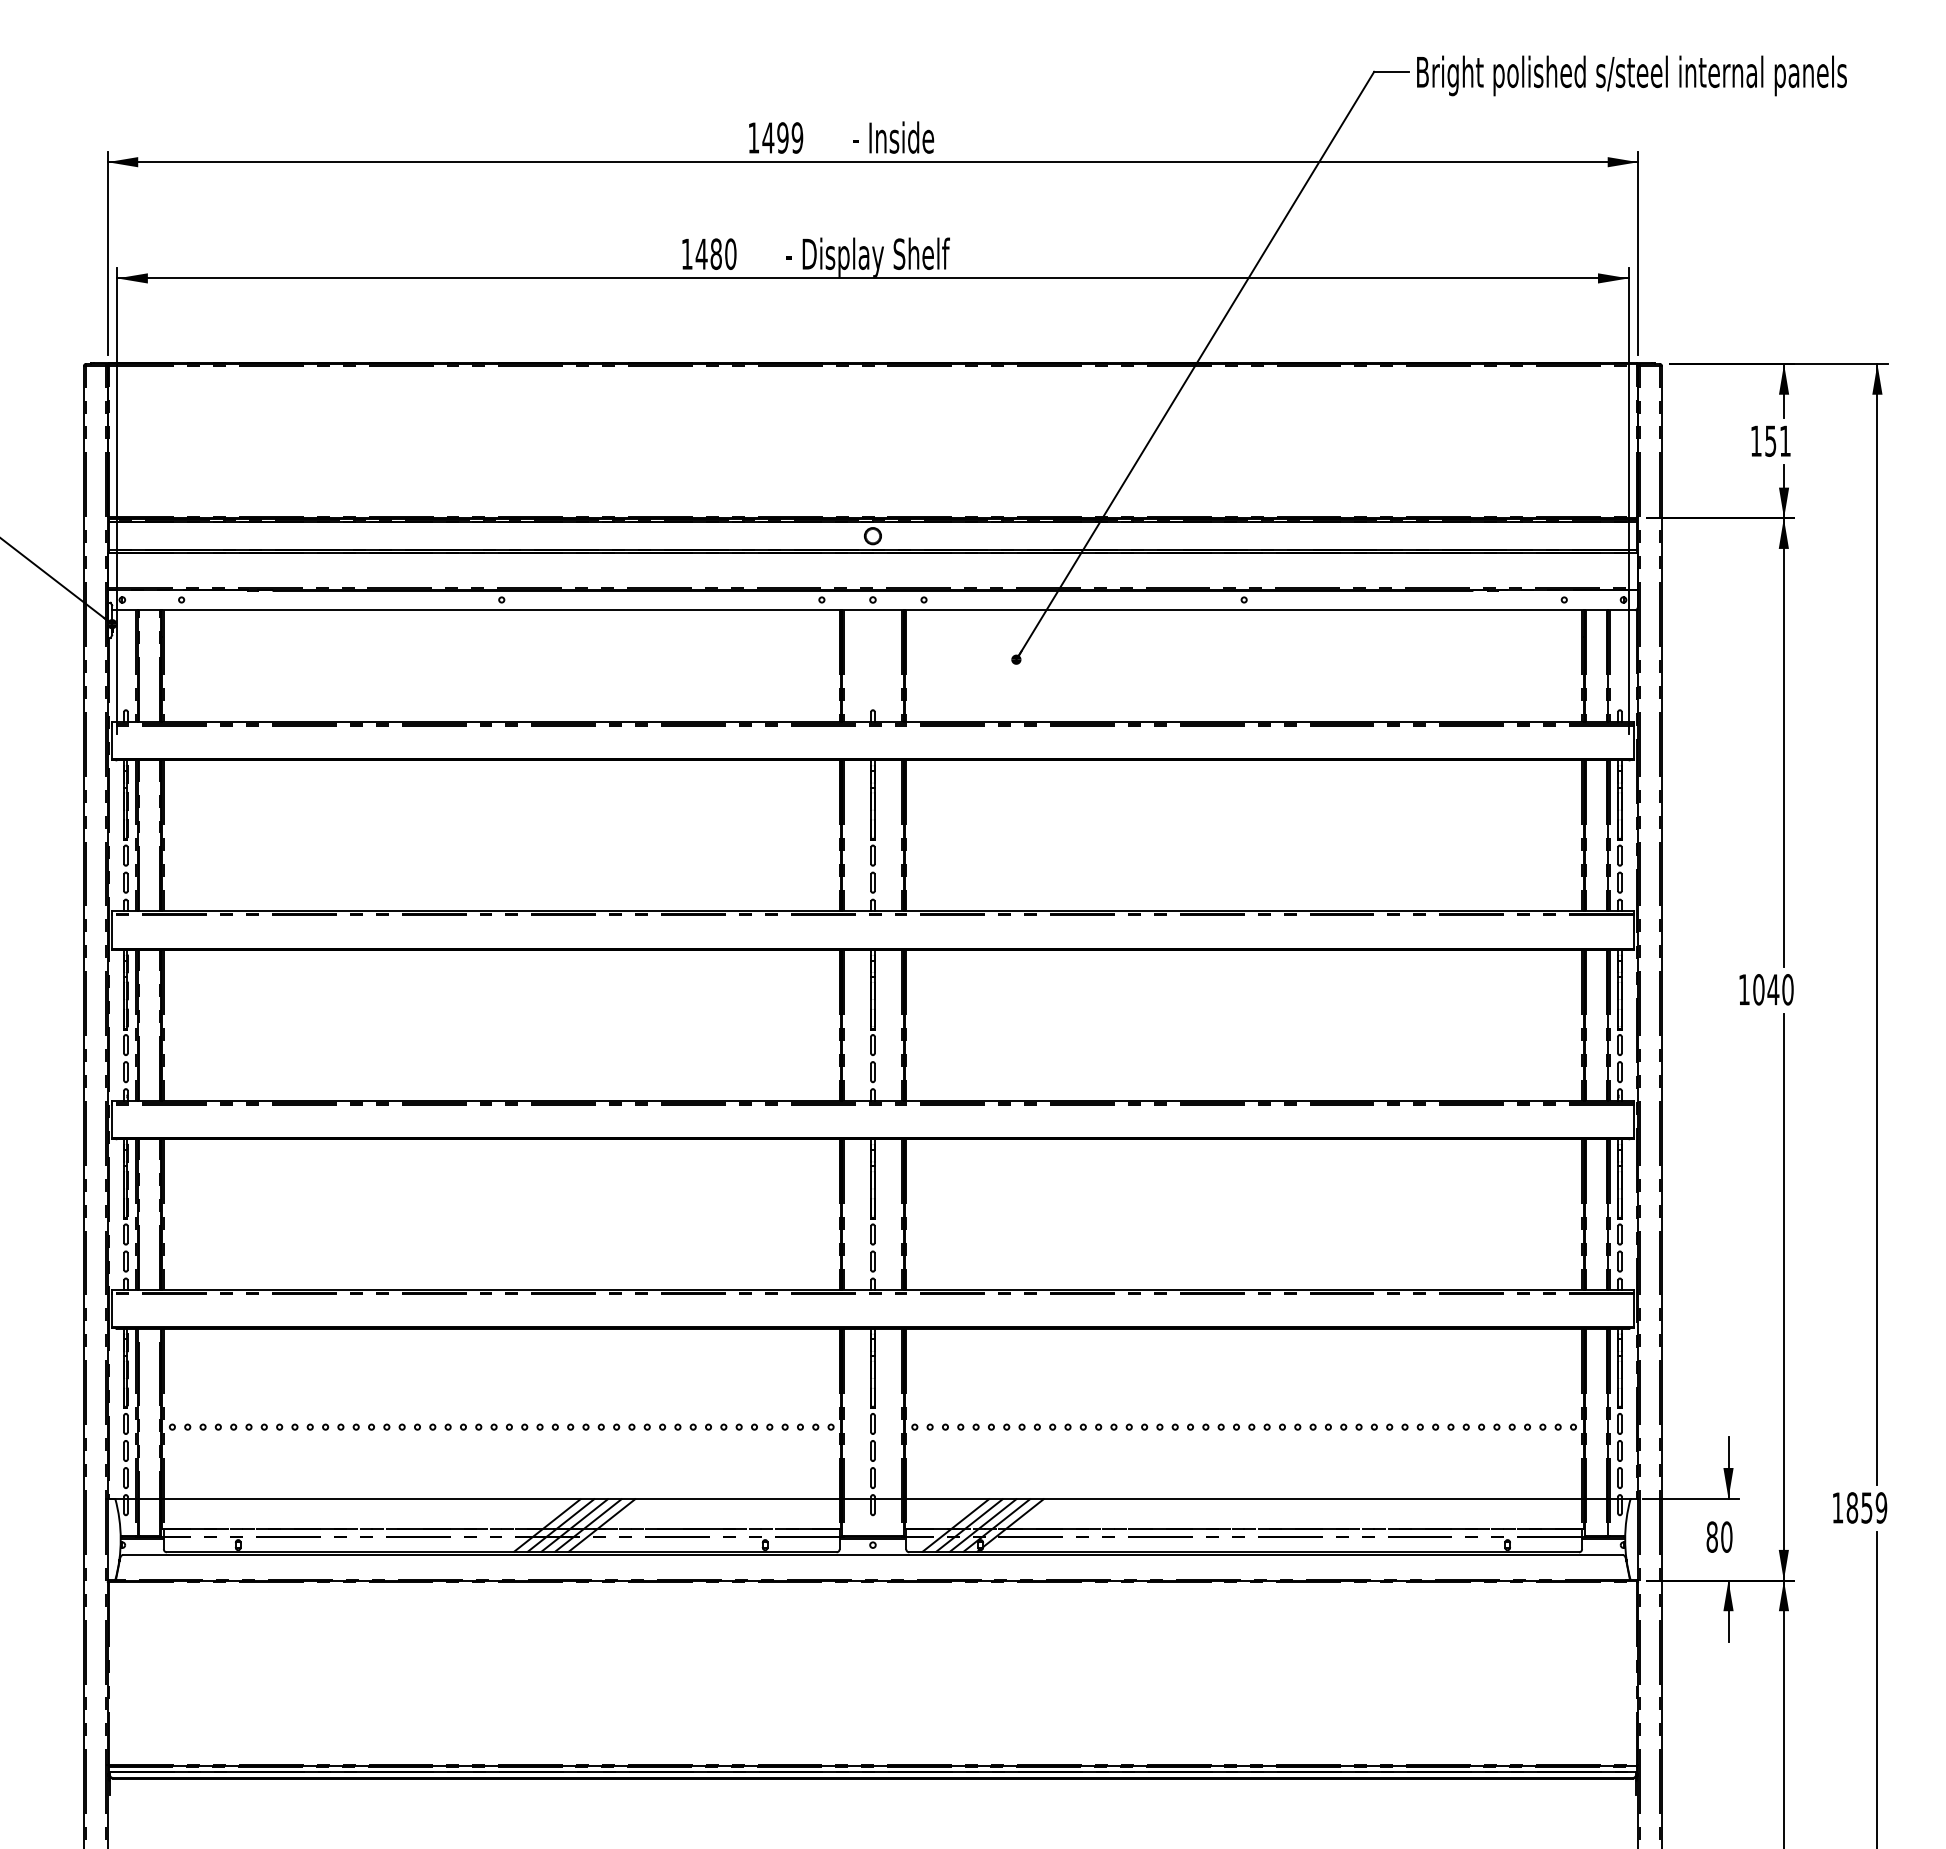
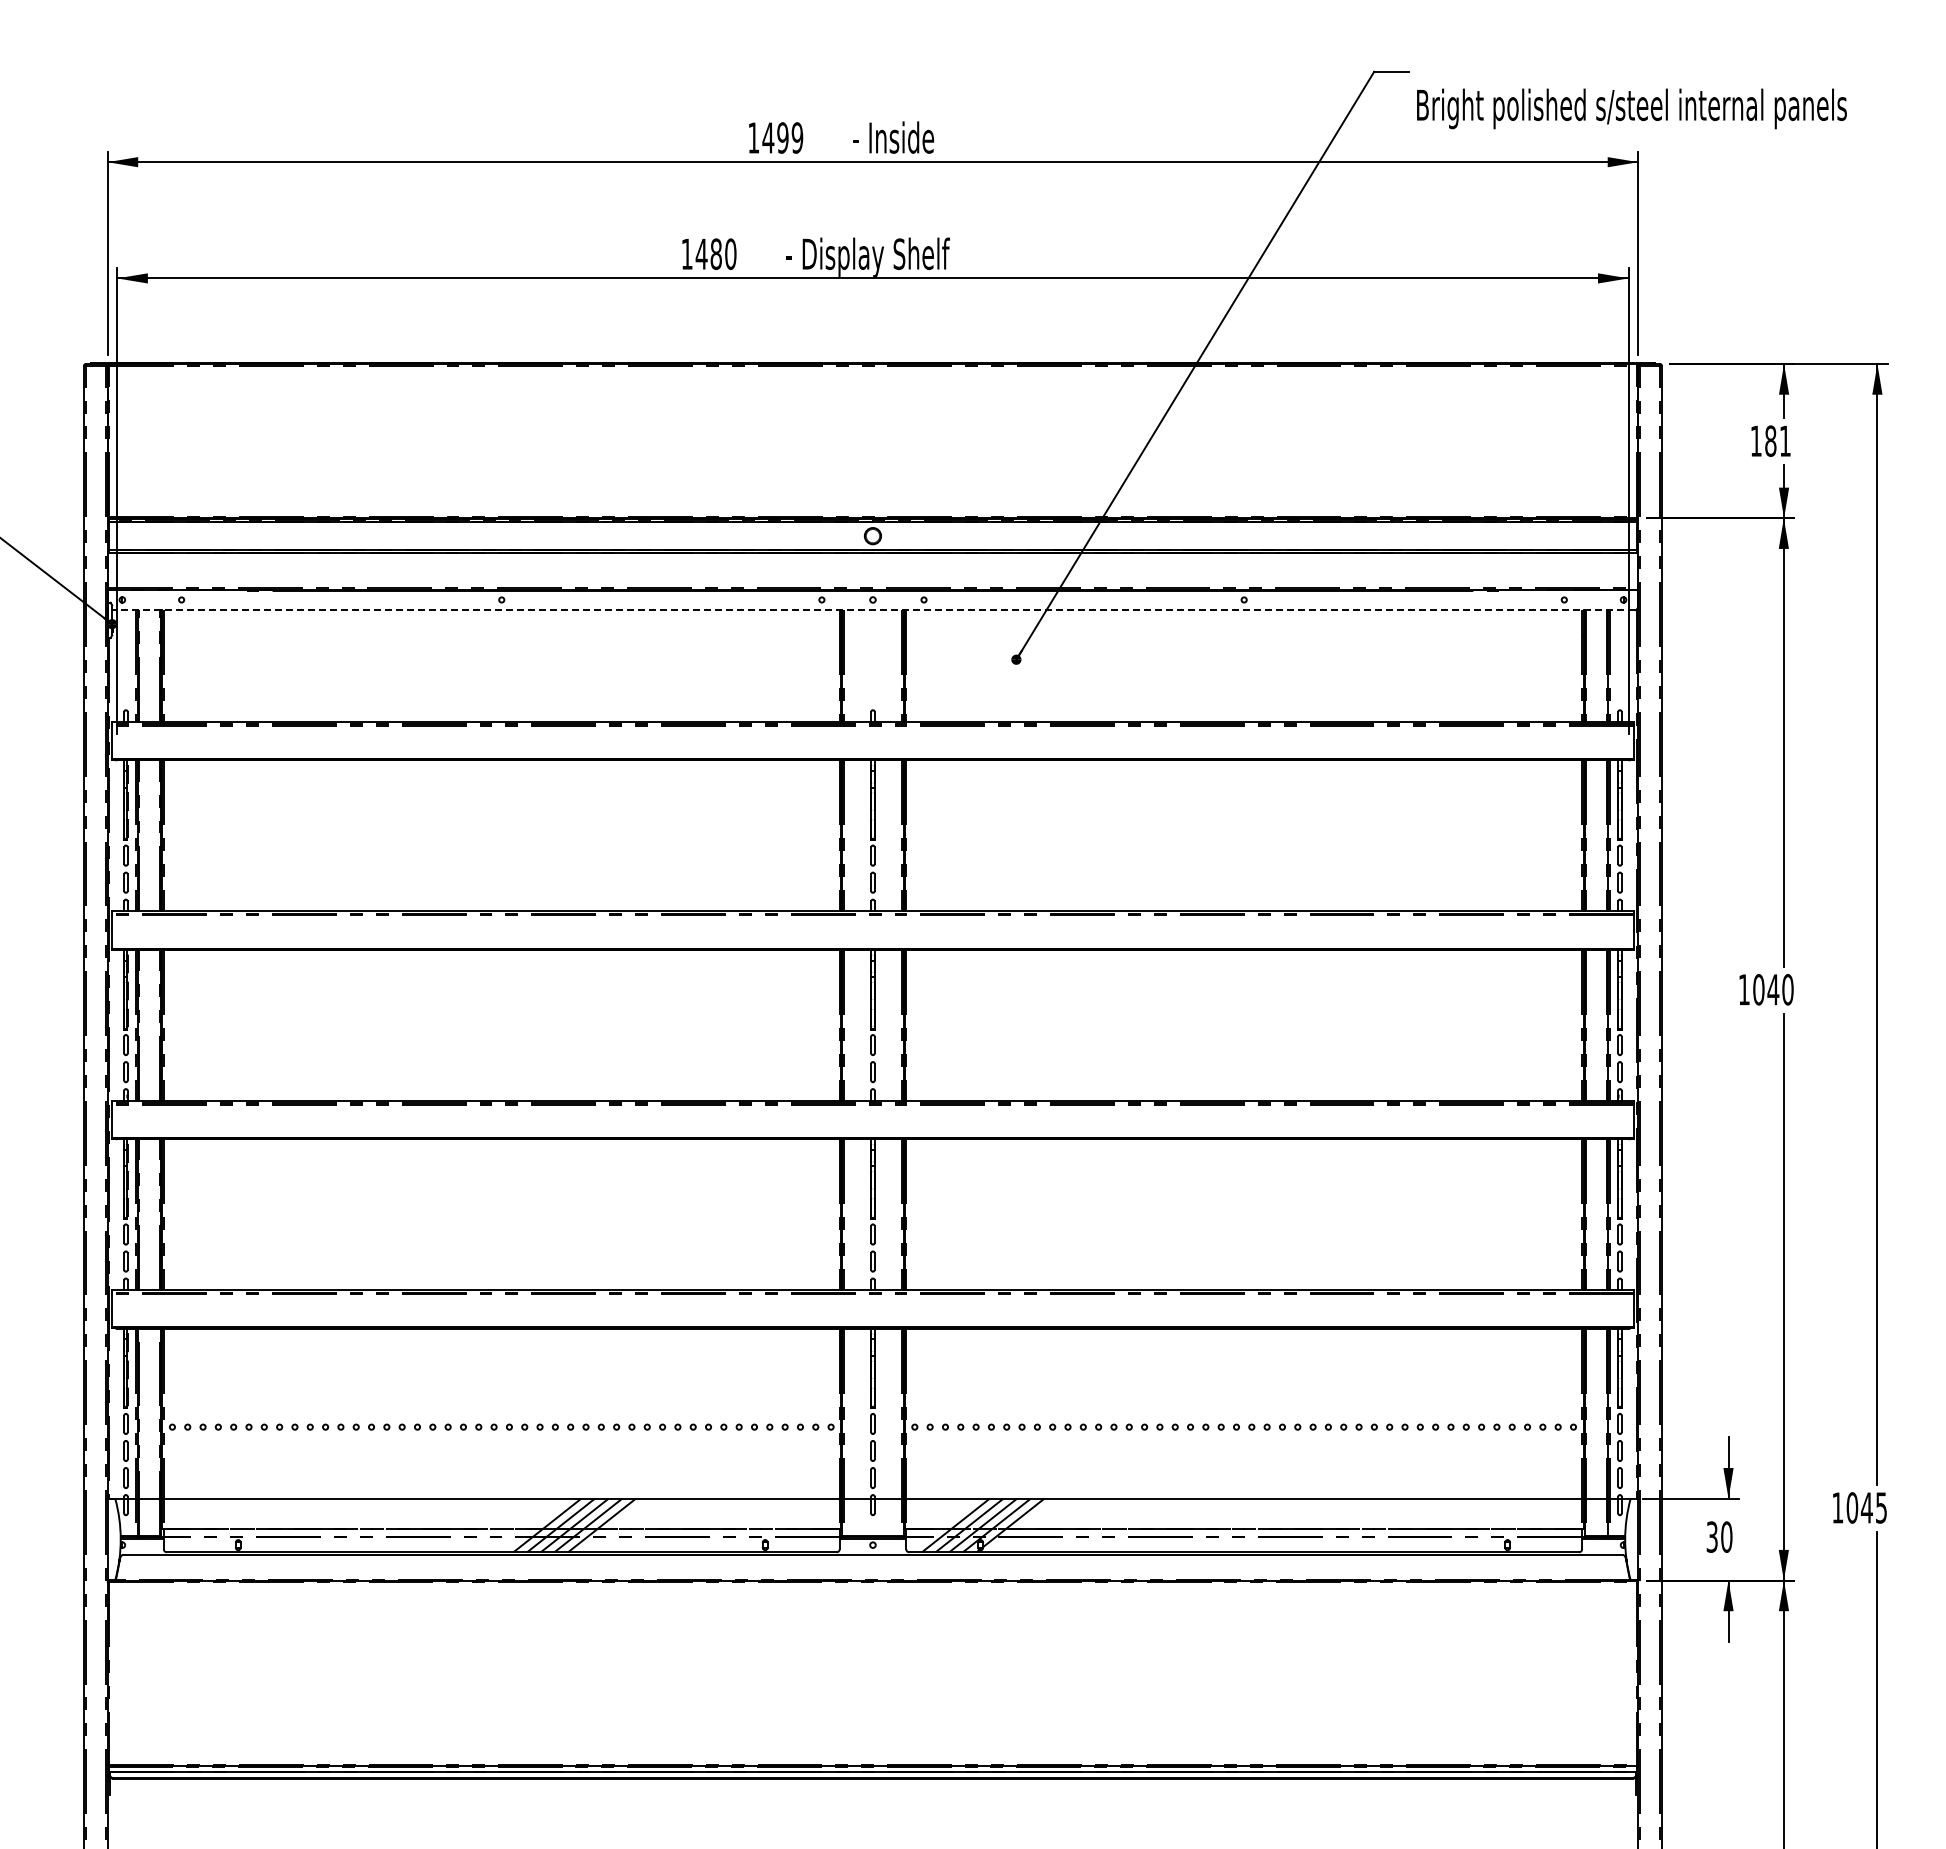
text at (1631, 75) position: (1631, 75) -> (1631, 108)
text at (1770, 440): 151 -> 181
line at (872, 610): solid -> dashed
text at (1866, 1507): 1859 -> 1045
text at (1711, 1536): 80 -> 30
